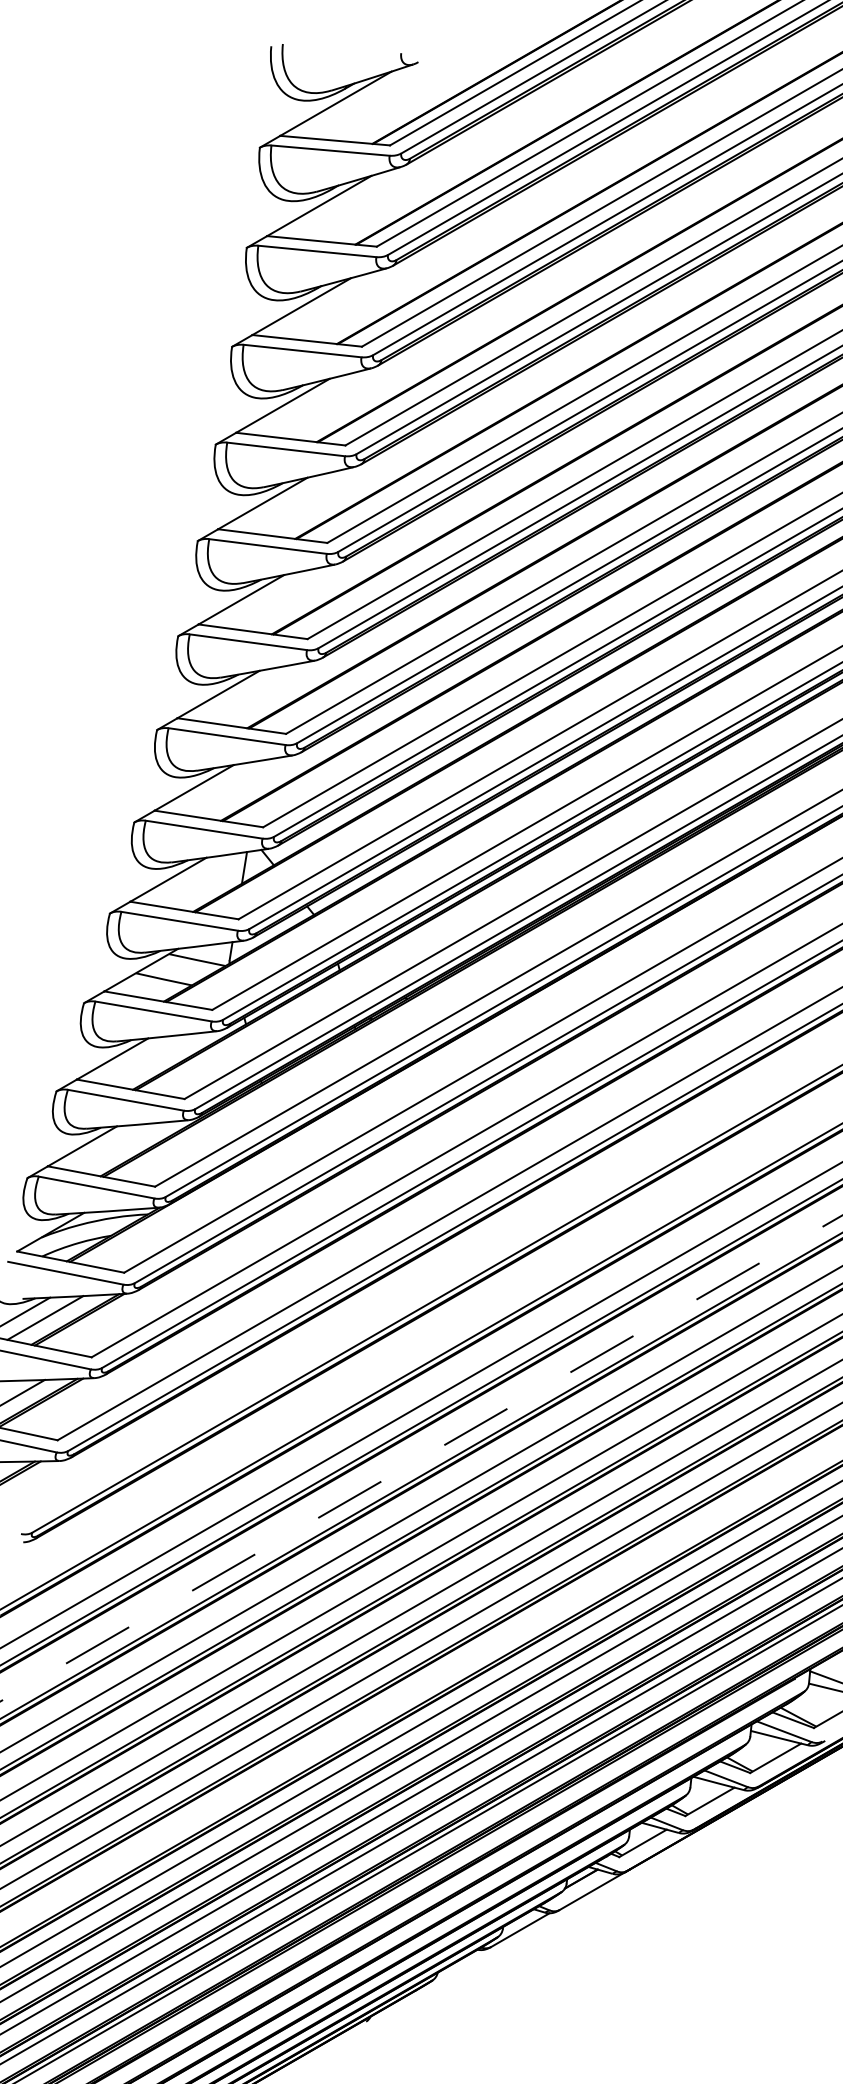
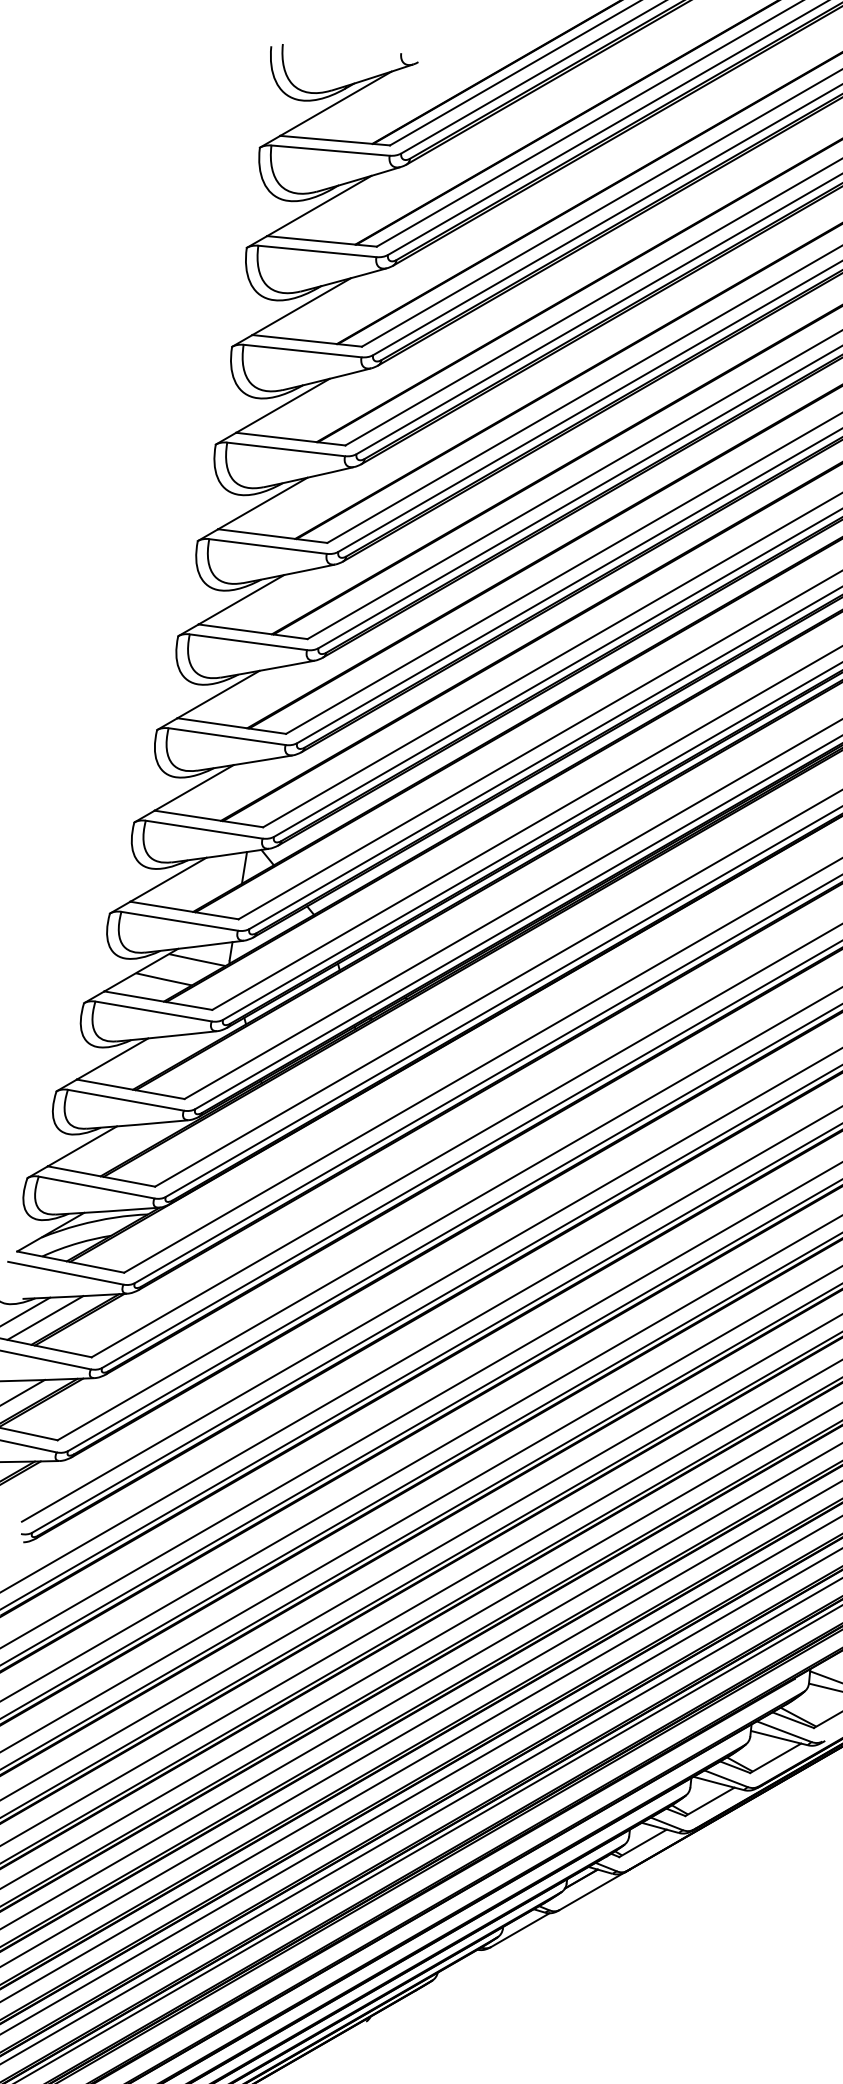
line at (430, 1285): none -> present
line at (420, 1349): none -> present
line at (421, 1458): dashed -> solid
line at (420, 1686): none -> present
